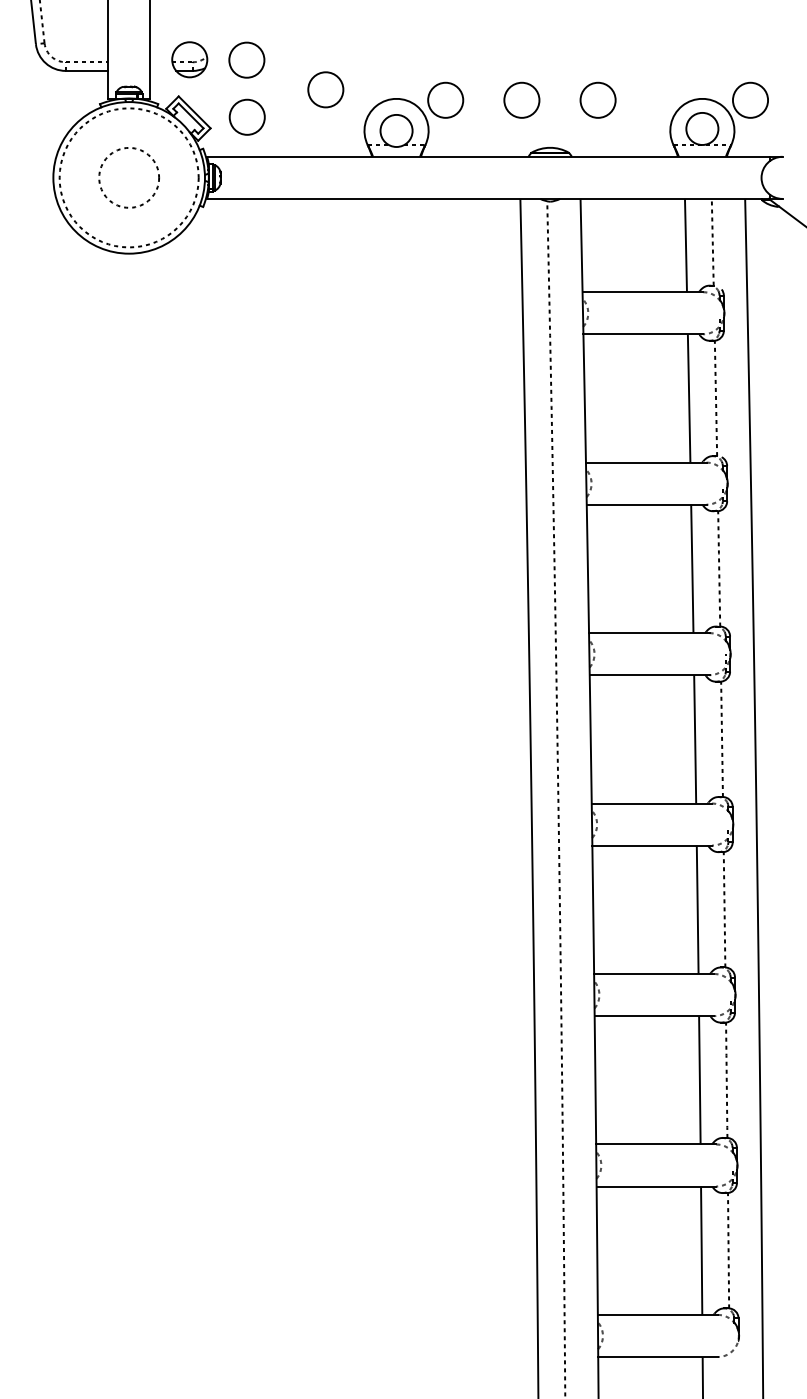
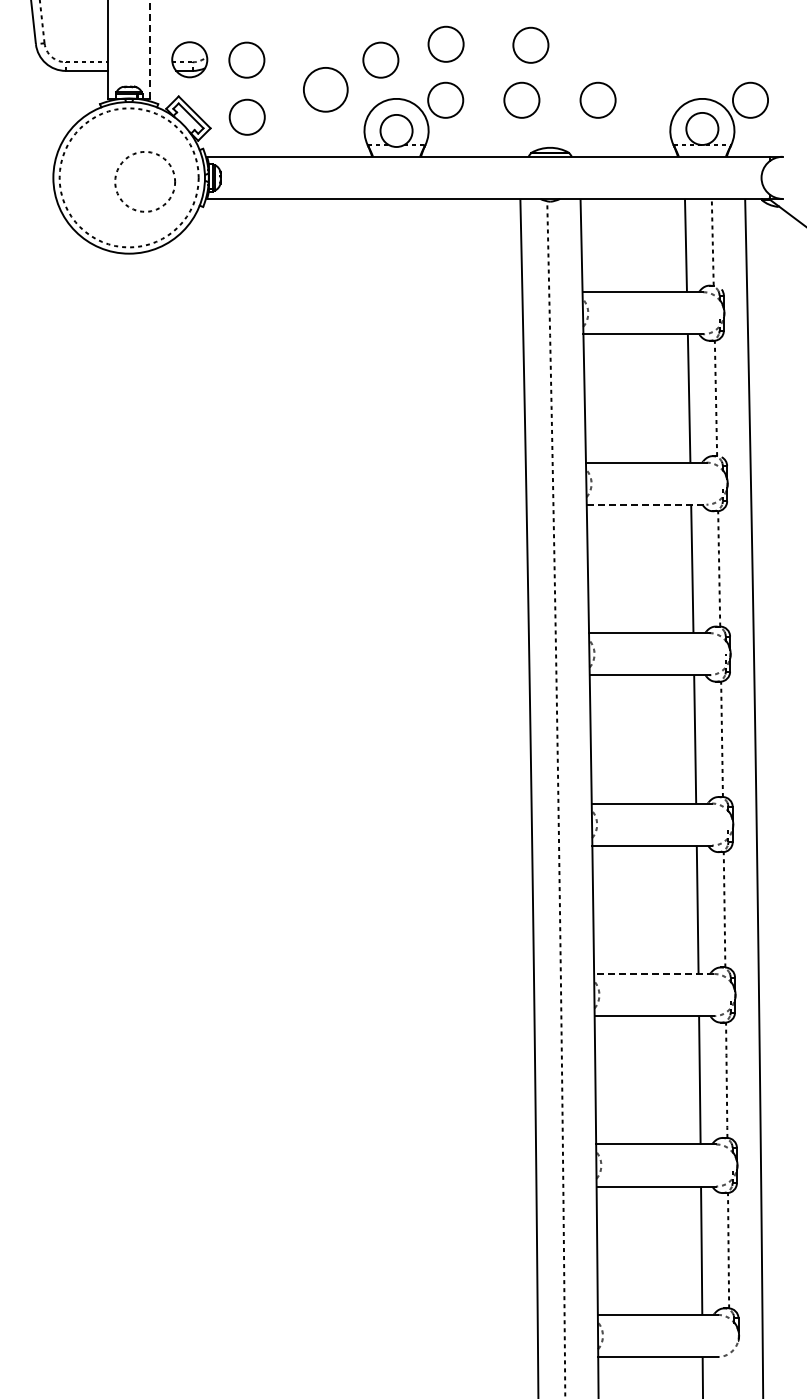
circle at (445, 43): none -> present
circle at (530, 44): none -> present
line at (150, 49): solid -> dashed
circle at (380, 59): none -> present
circle at (325, 89) size: 38x38 px -> 46x46 px
circle at (128, 177) position: (128, 177) -> (144, 181)
line at (646, 504): solid -> dashed
line at (653, 974): solid -> dashed
